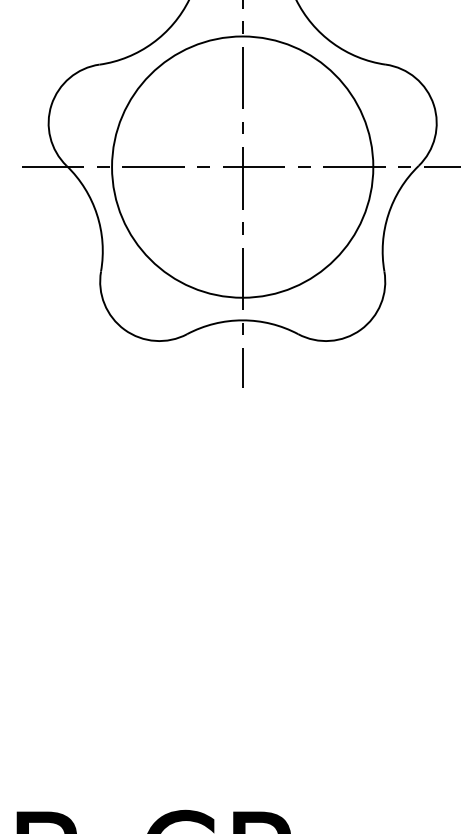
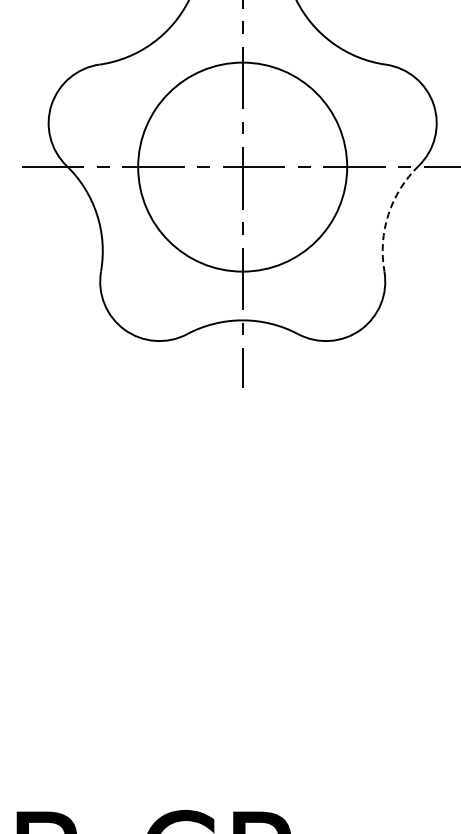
circle at (242, 166) diameter: 261 px -> 209 px
arc at (388, 214): solid -> dashed
